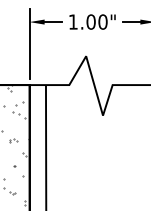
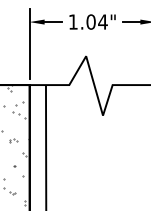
text at (102, 21): 1.00" -> 1.04"
